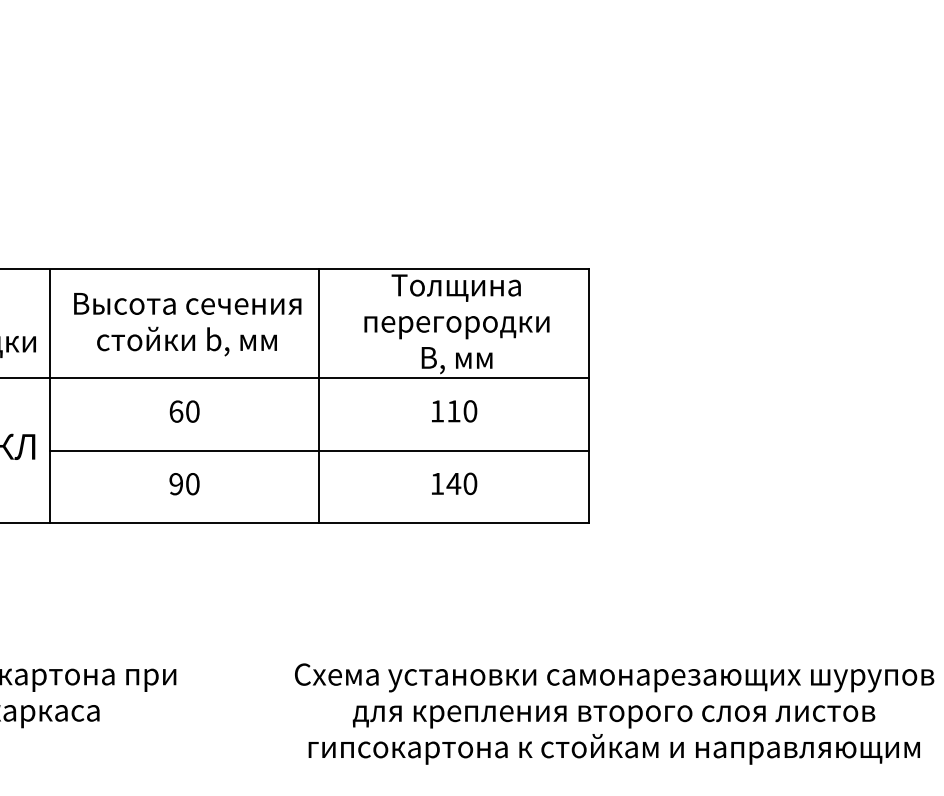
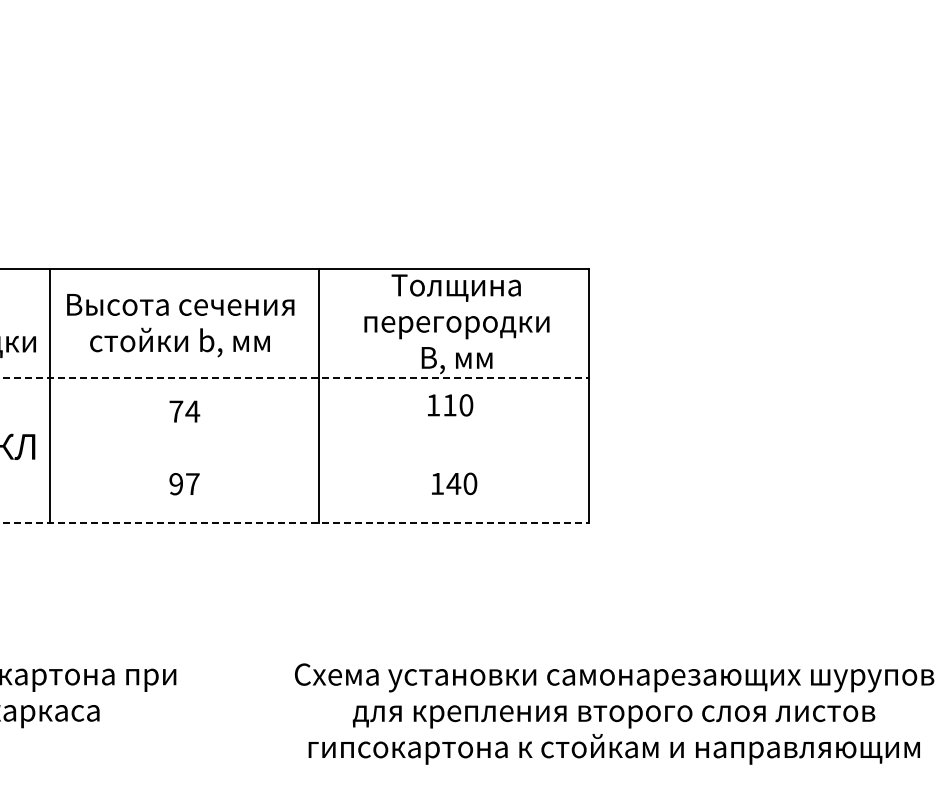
text at (187, 324) position: (187, 324) -> (180, 325)
line at (294, 378): solid -> dashed
text at (184, 411): 60 -> 74
text at (454, 411) position: (454, 411) -> (450, 405)
line at (318, 450): present -> none
text at (192, 484): 90 -> 97
line at (294, 523): solid -> dashed
